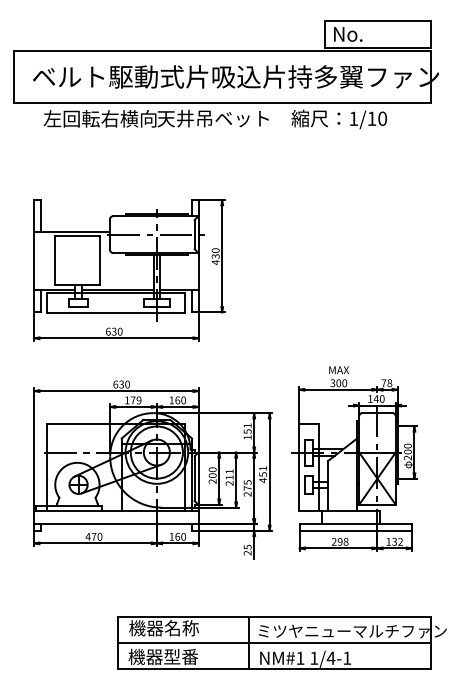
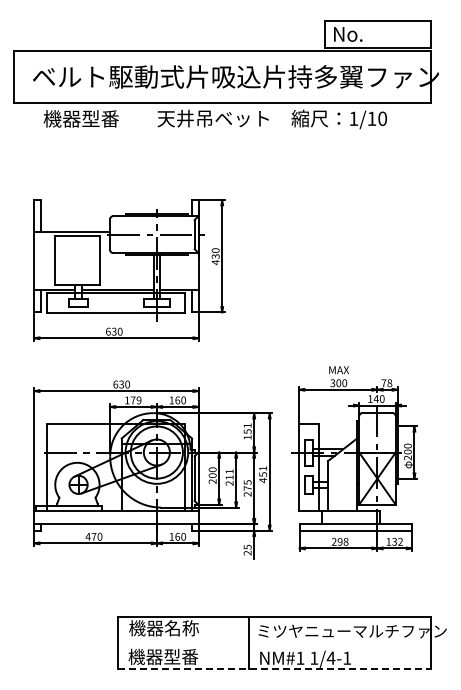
text at (99, 118): 左回転右横向 -> 機器型番
line at (274, 643): present -> none
line at (275, 669): solid -> dashed
